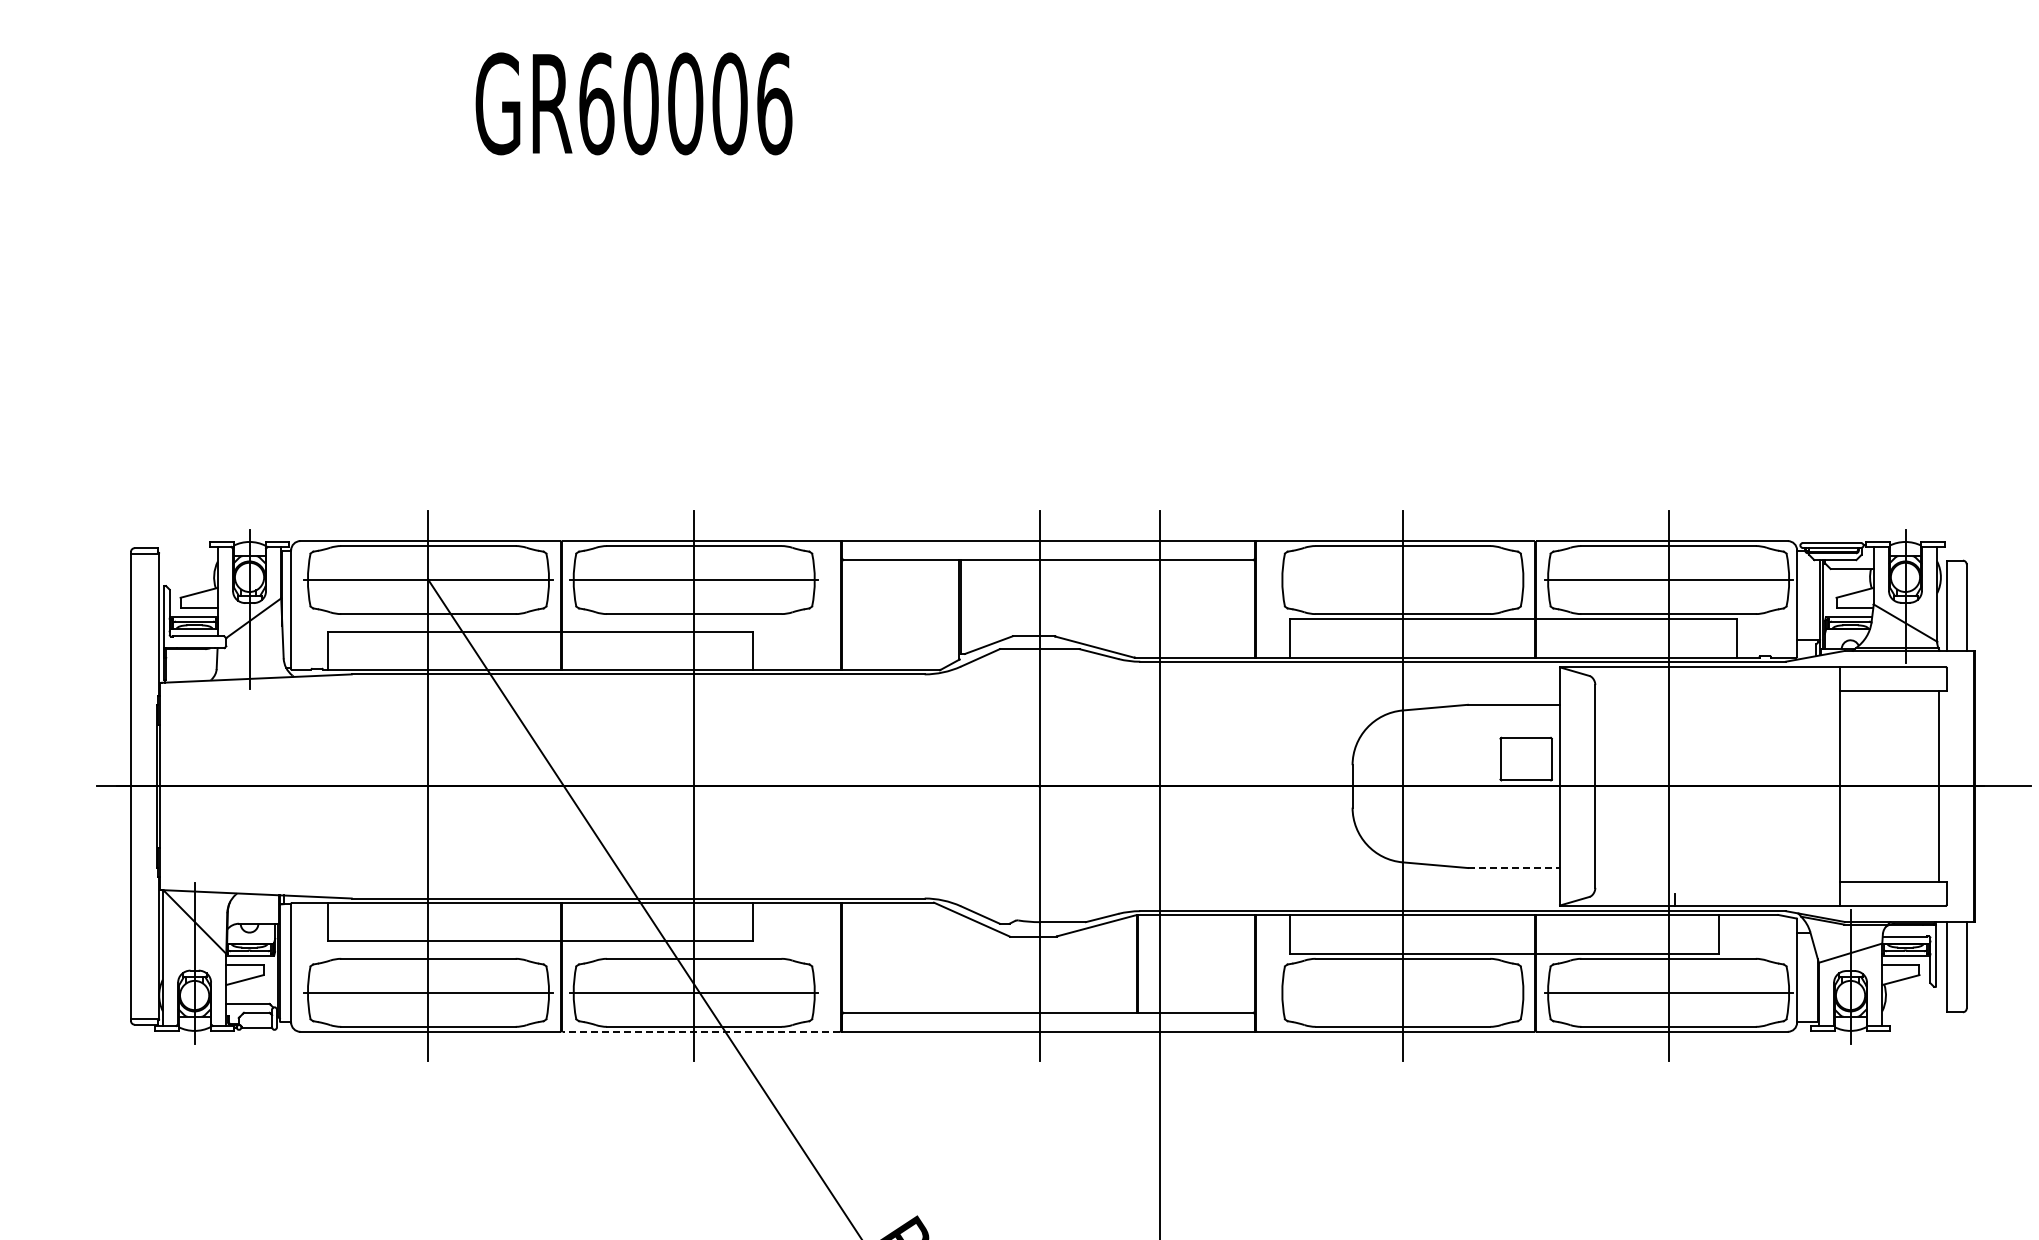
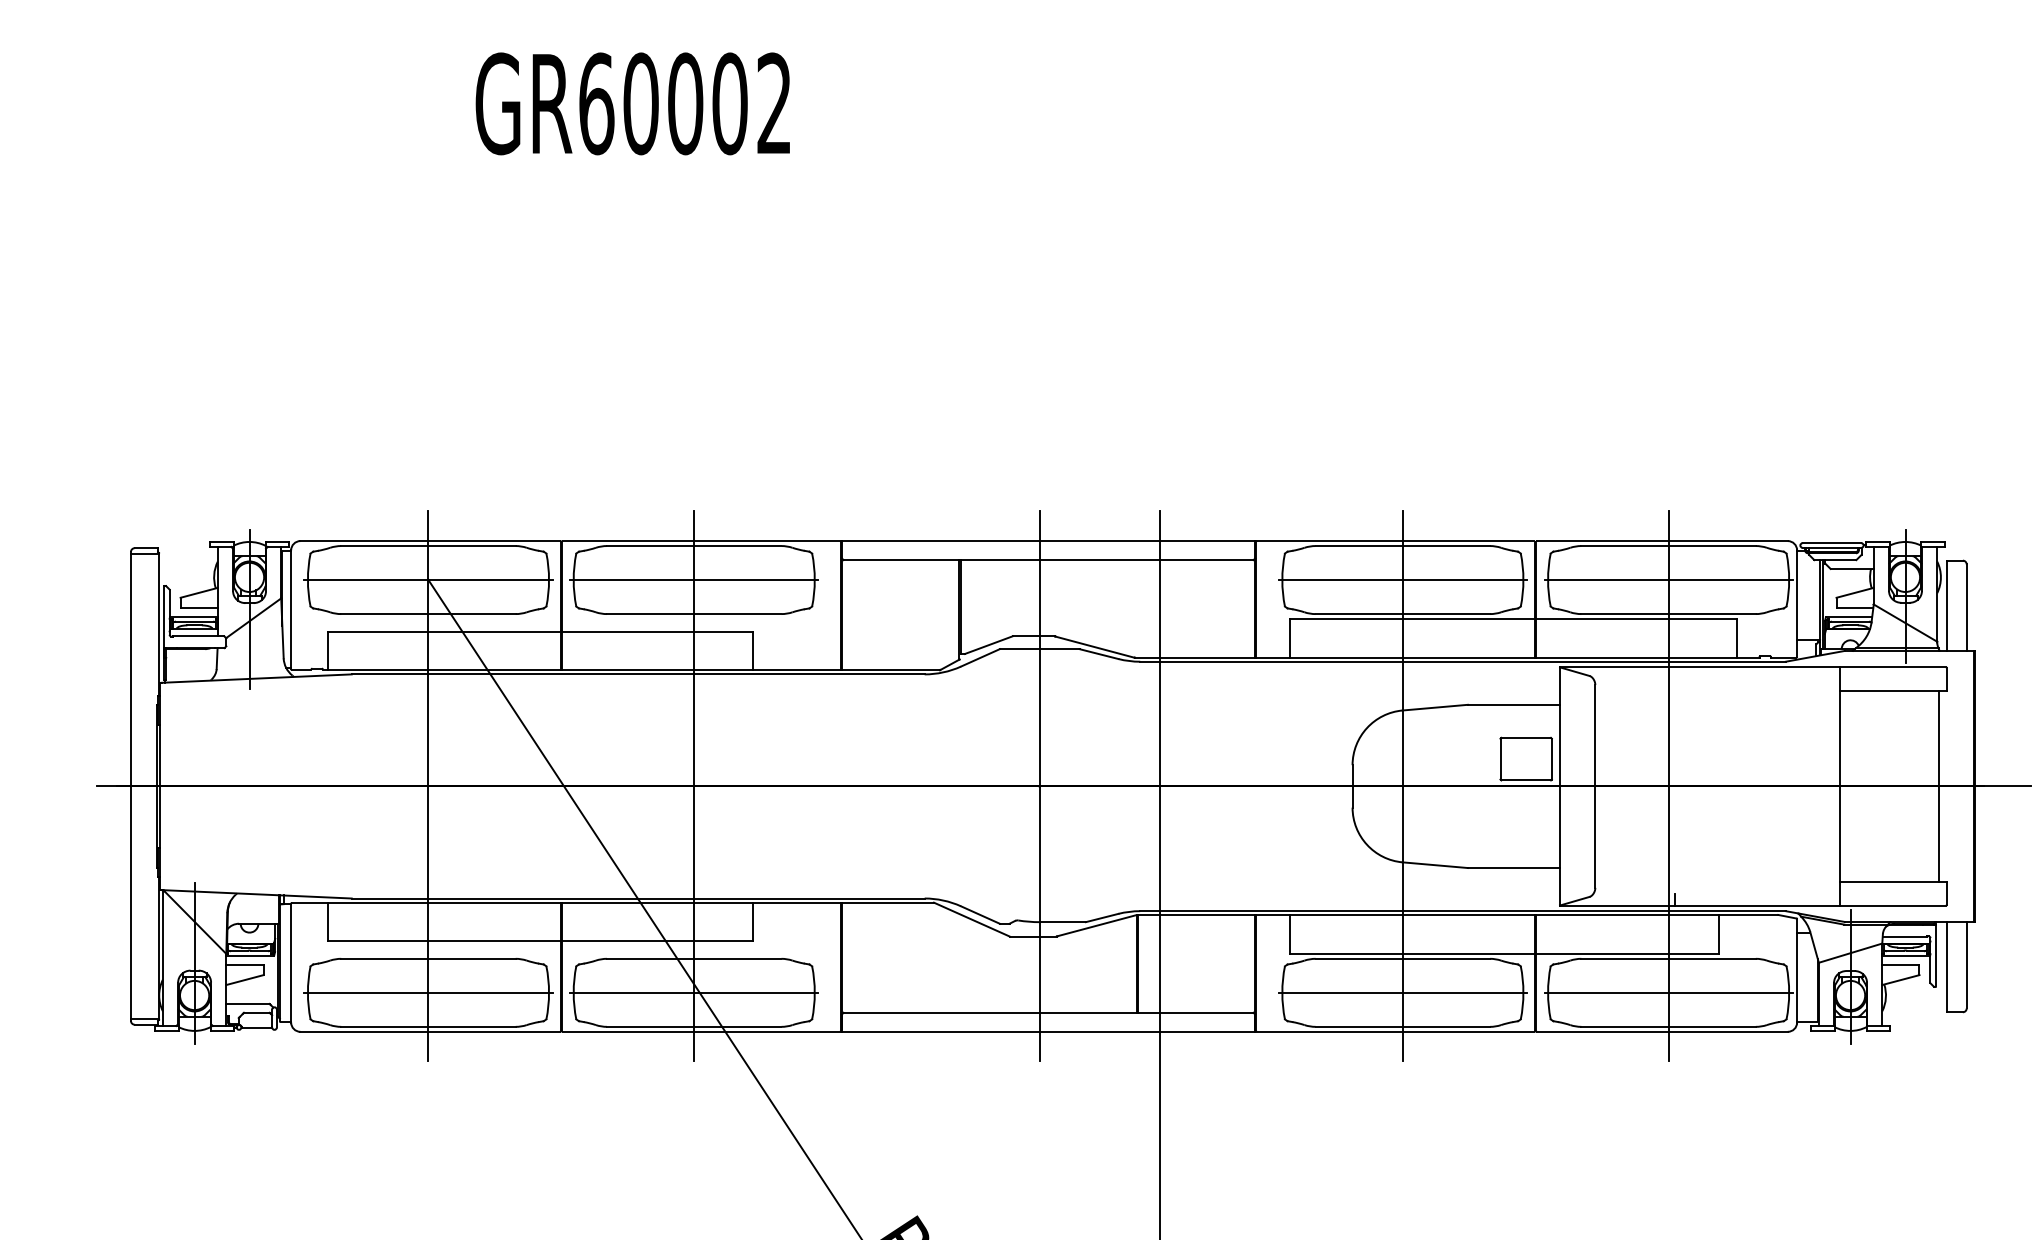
text at (774, 103): GR60006 -> GR60002
line at (1402, 580): none -> present
line at (1513, 868): dashed -> solid
line at (1402, 992): none -> present
line at (701, 1031): dashed -> solid
